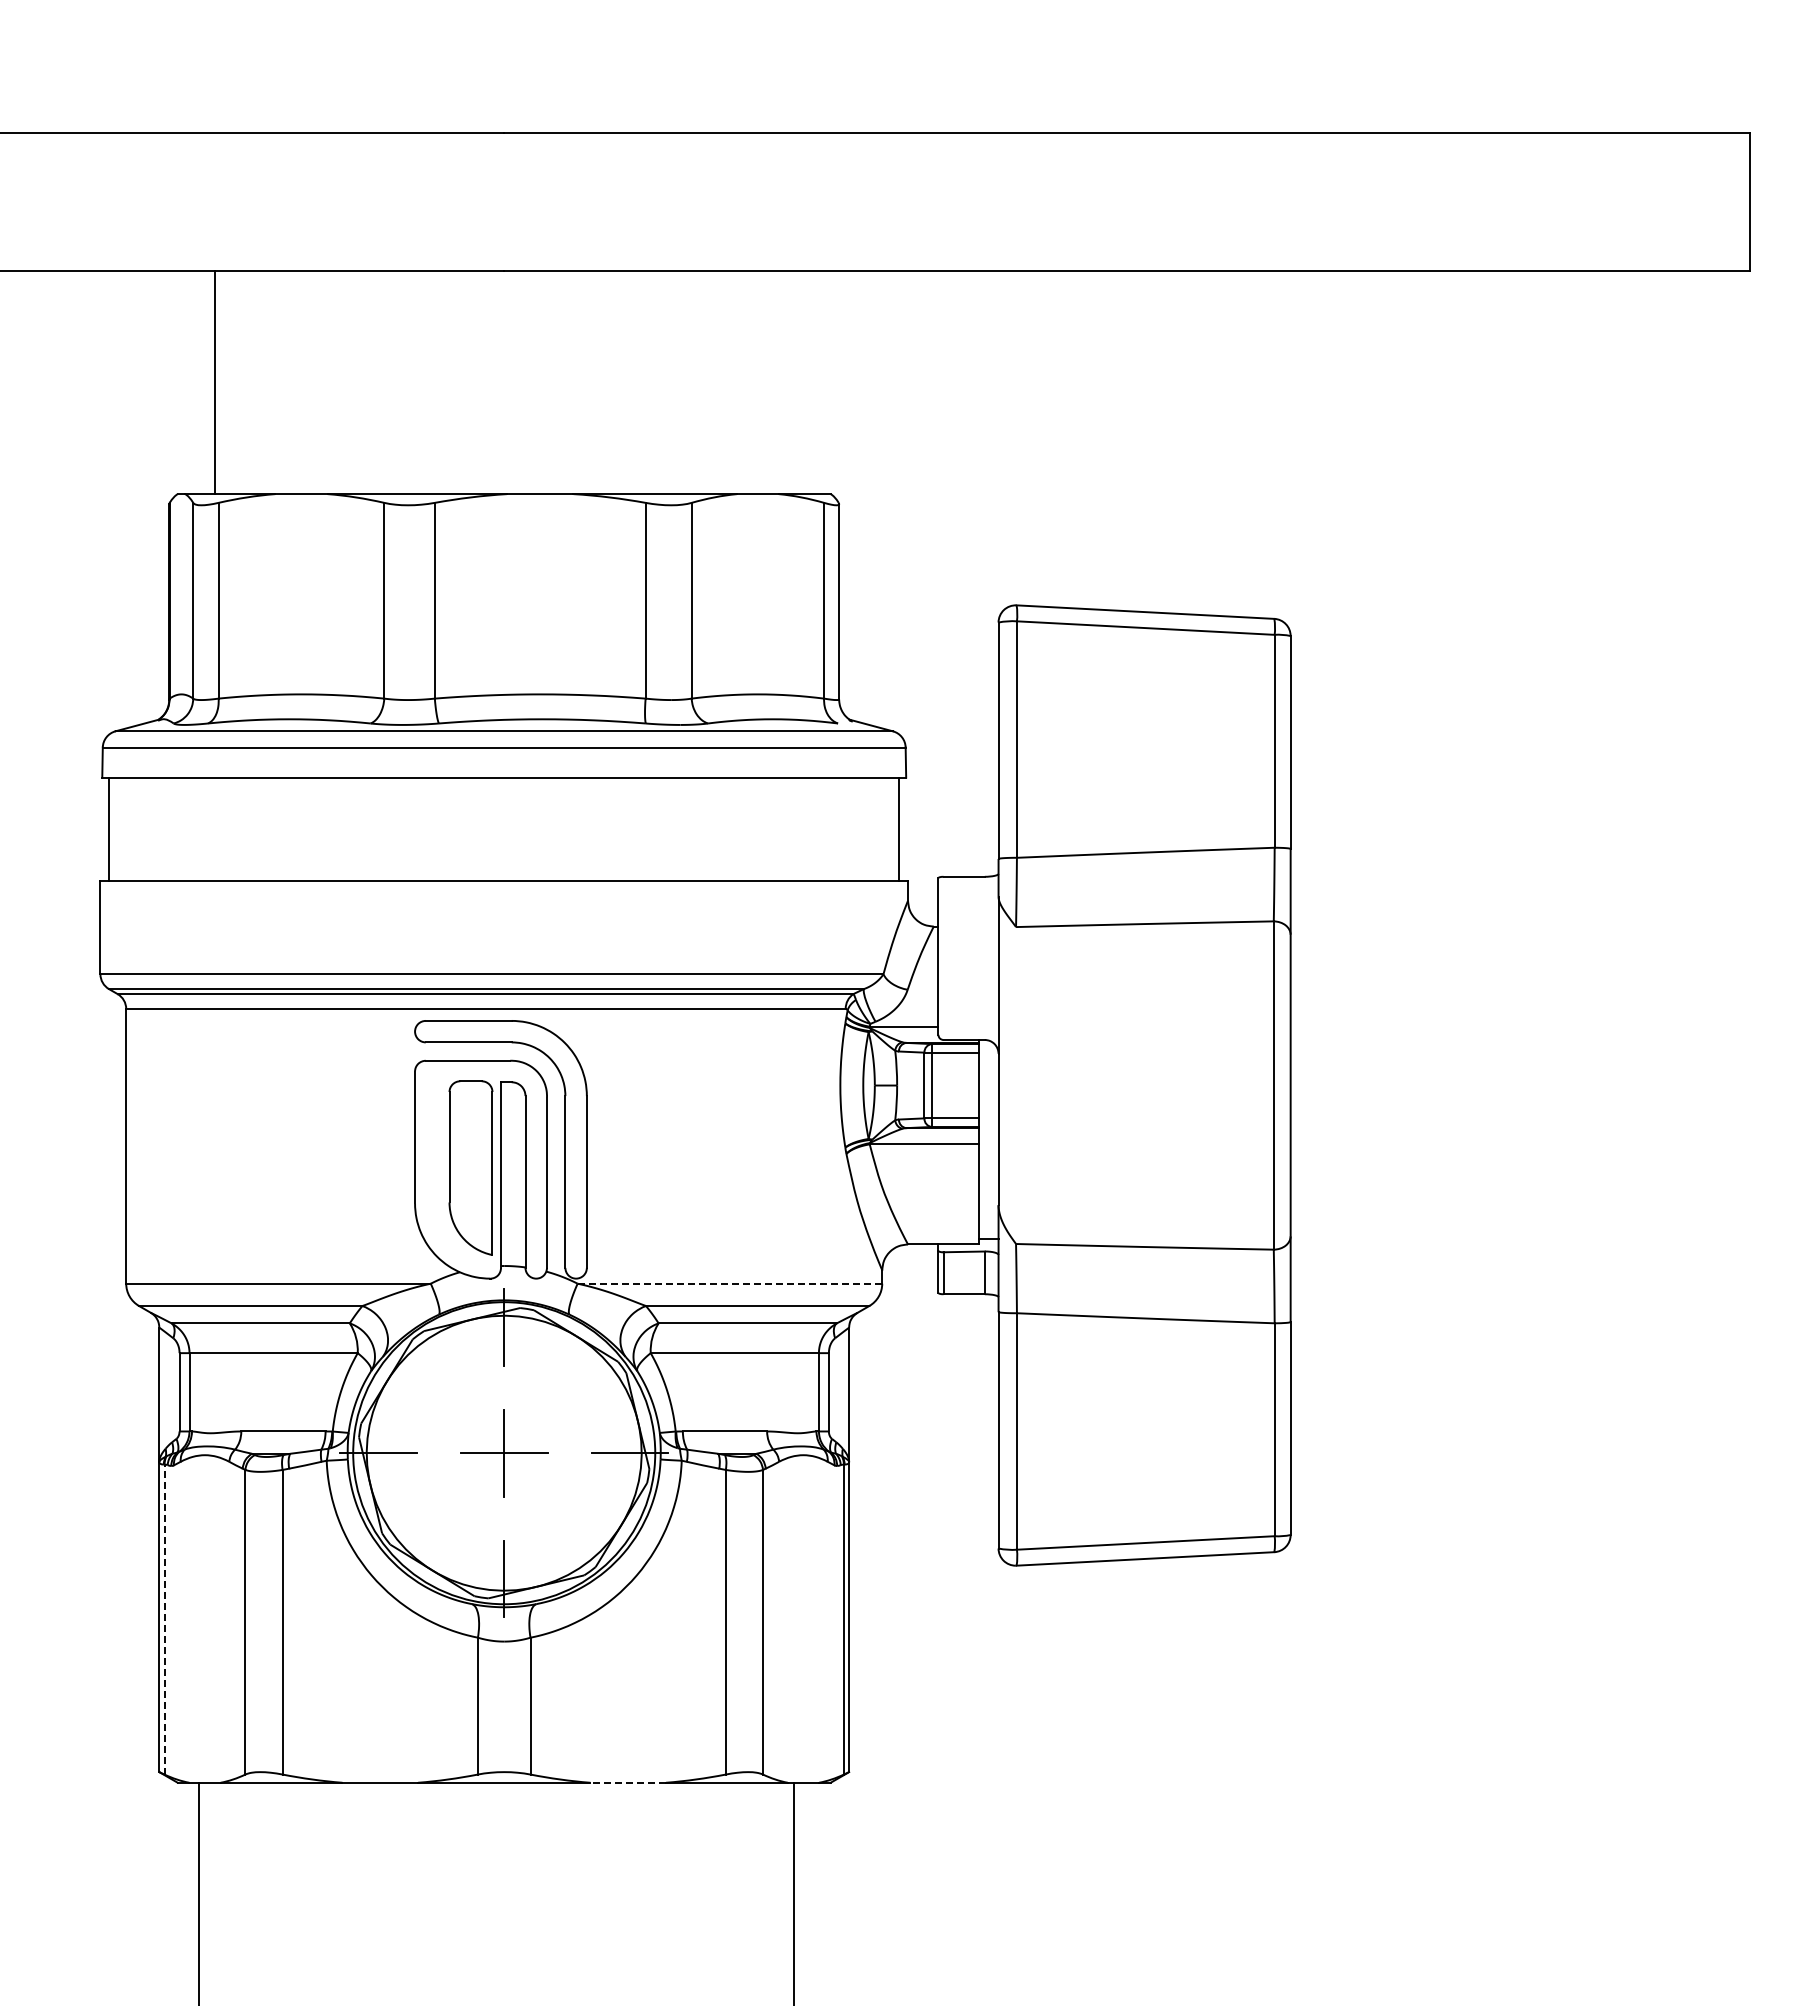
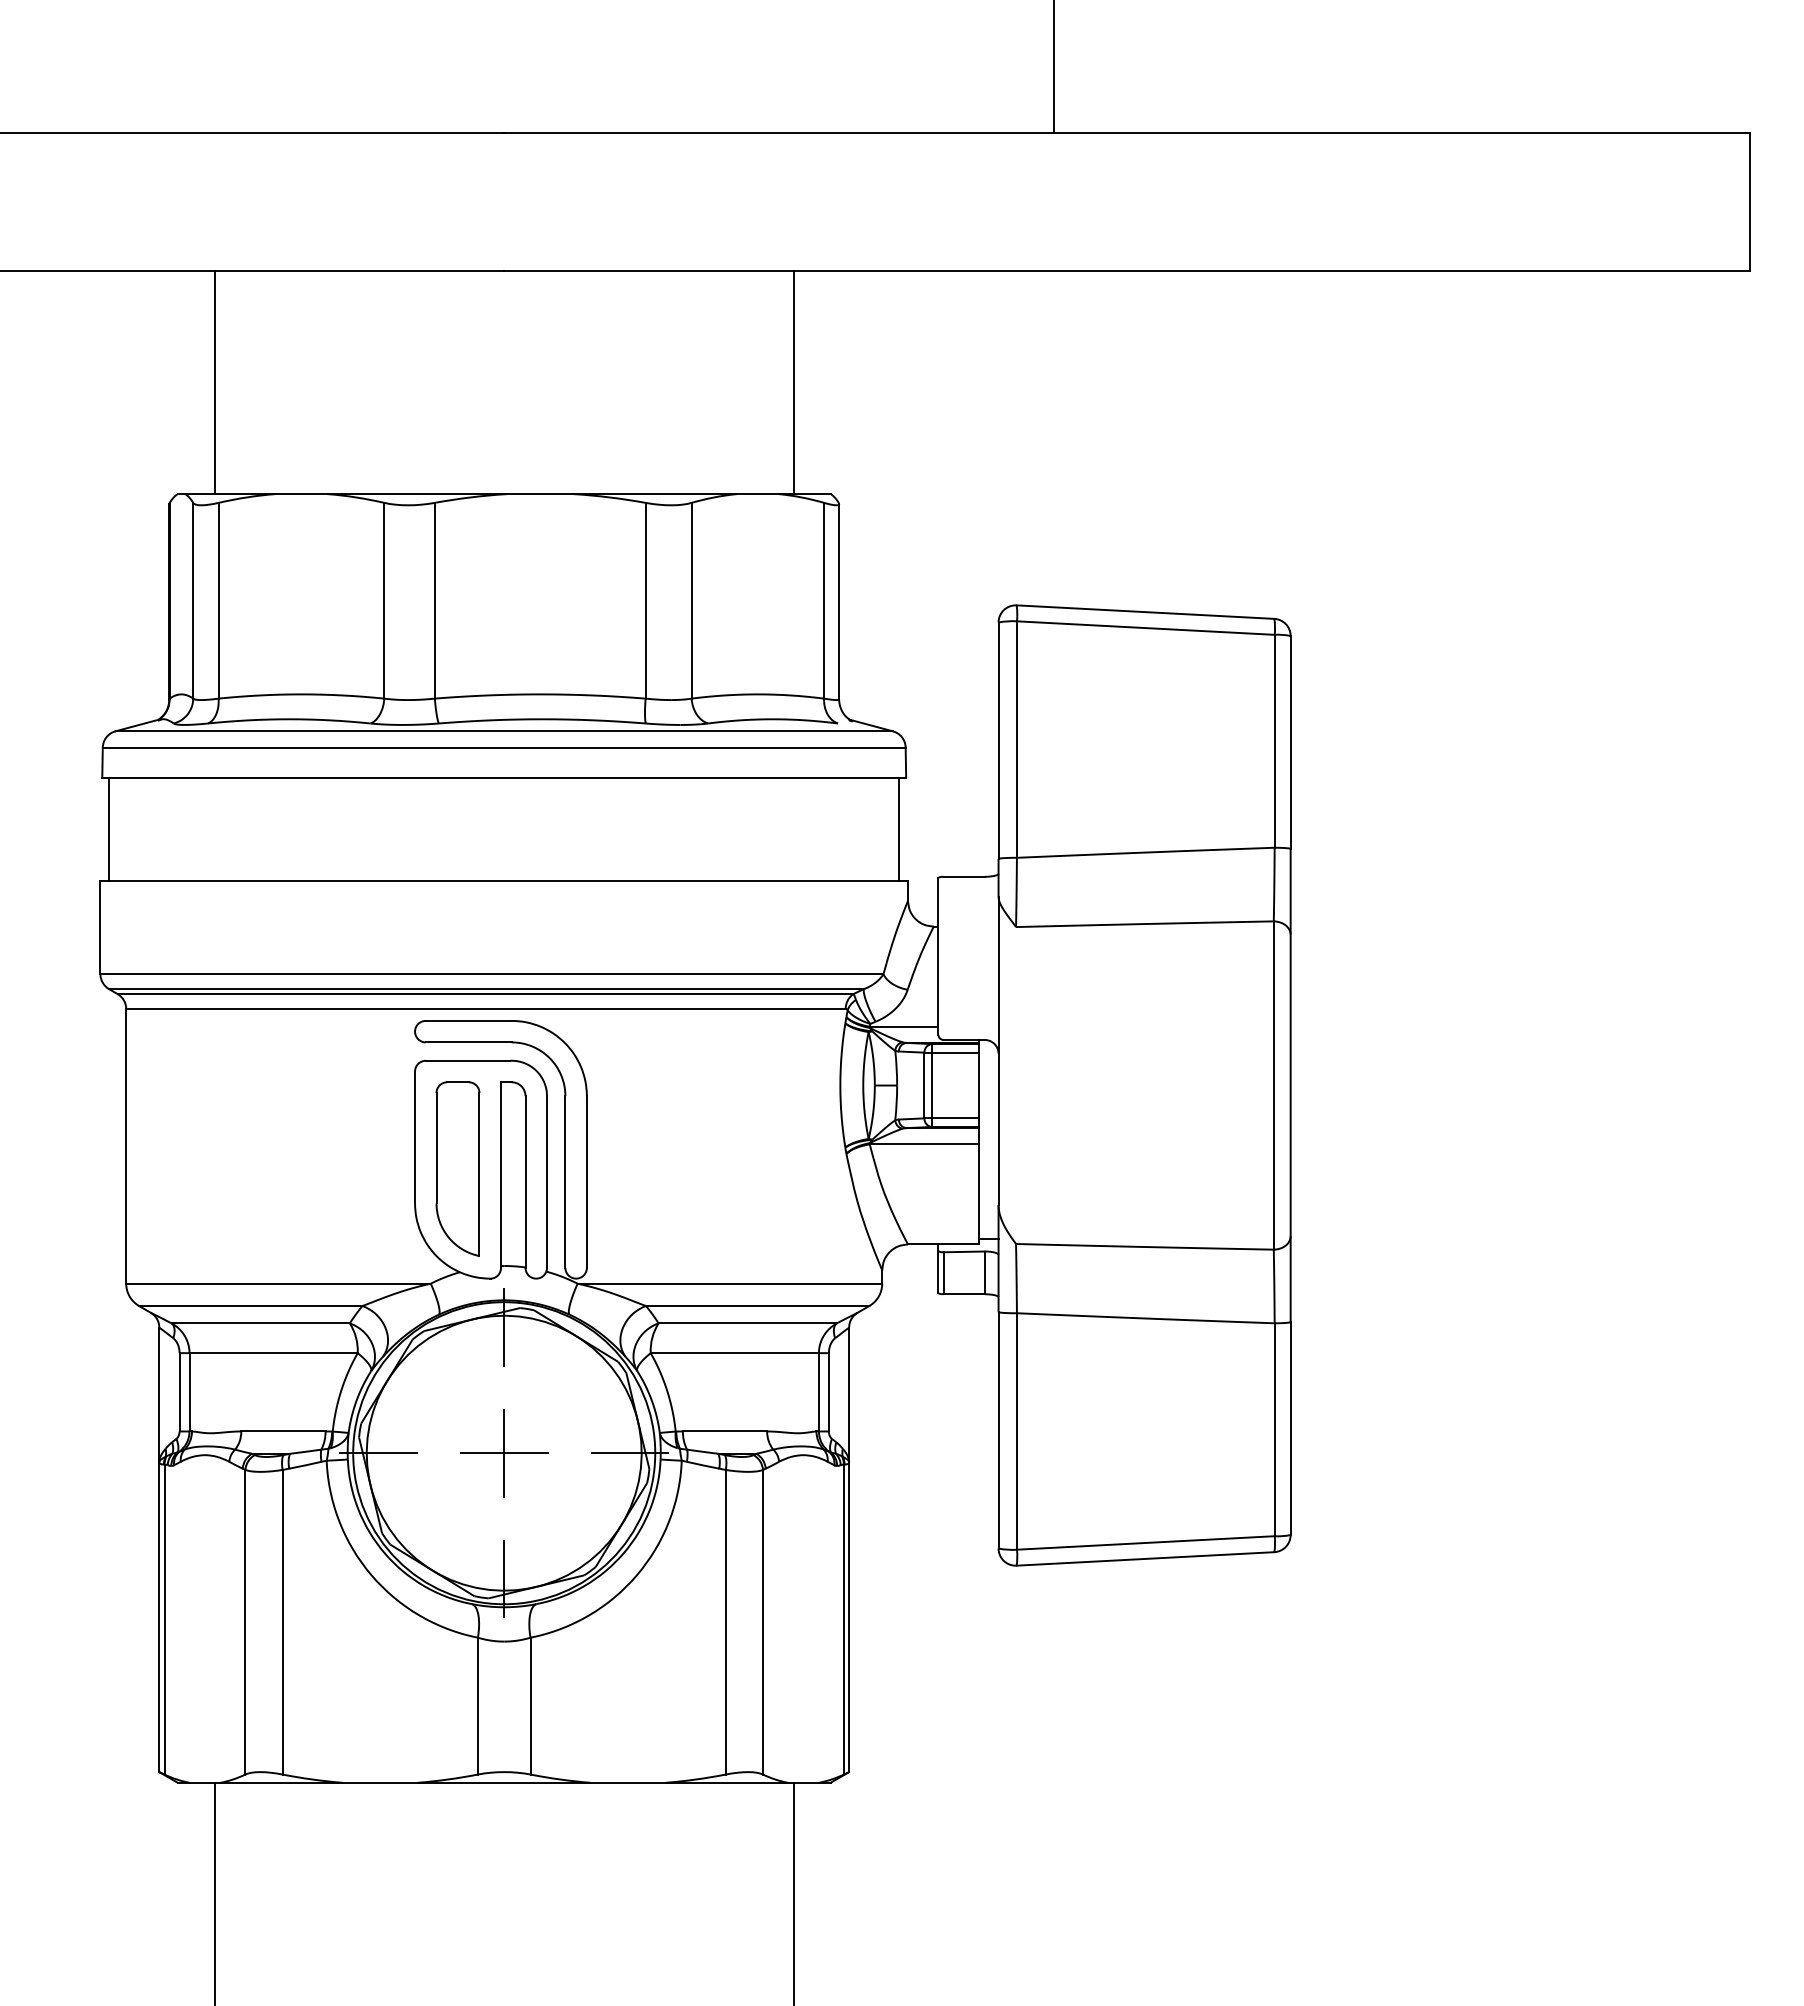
line at (1054, 67): none -> present
line at (793, 382): none -> present
part at (470, 1167) position: (470, 1167) -> (457, 1168)
line at (730, 1283): dashed -> solid
line at (164, 1619): dashed -> solid
line at (628, 1782): dashed -> solid
line at (198, 1892) position: (198, 1892) -> (214, 1892)
